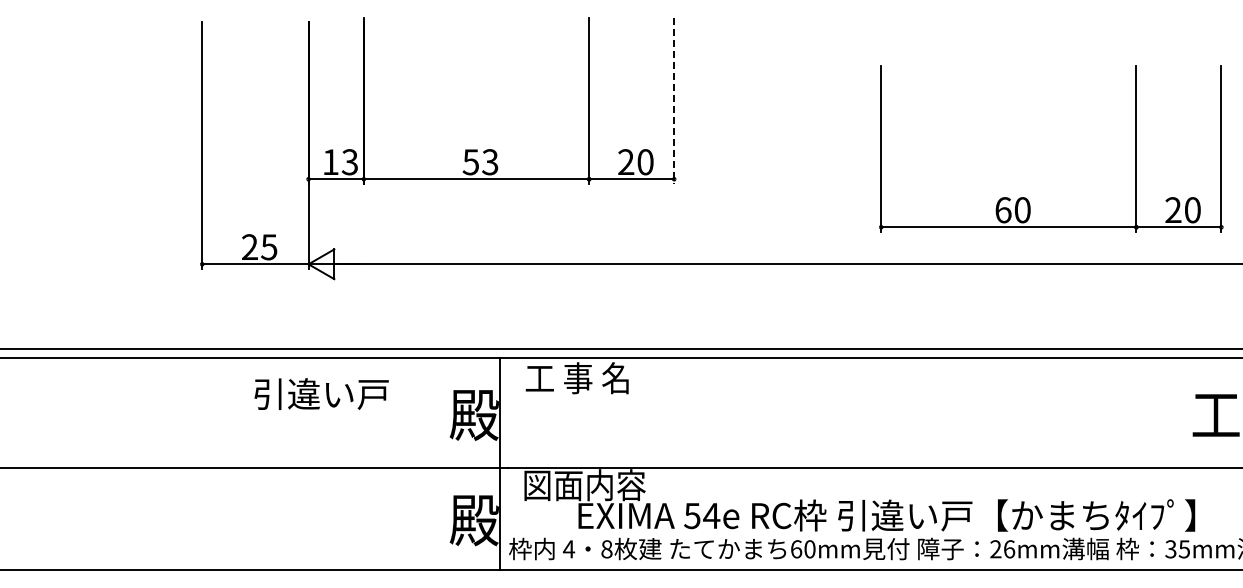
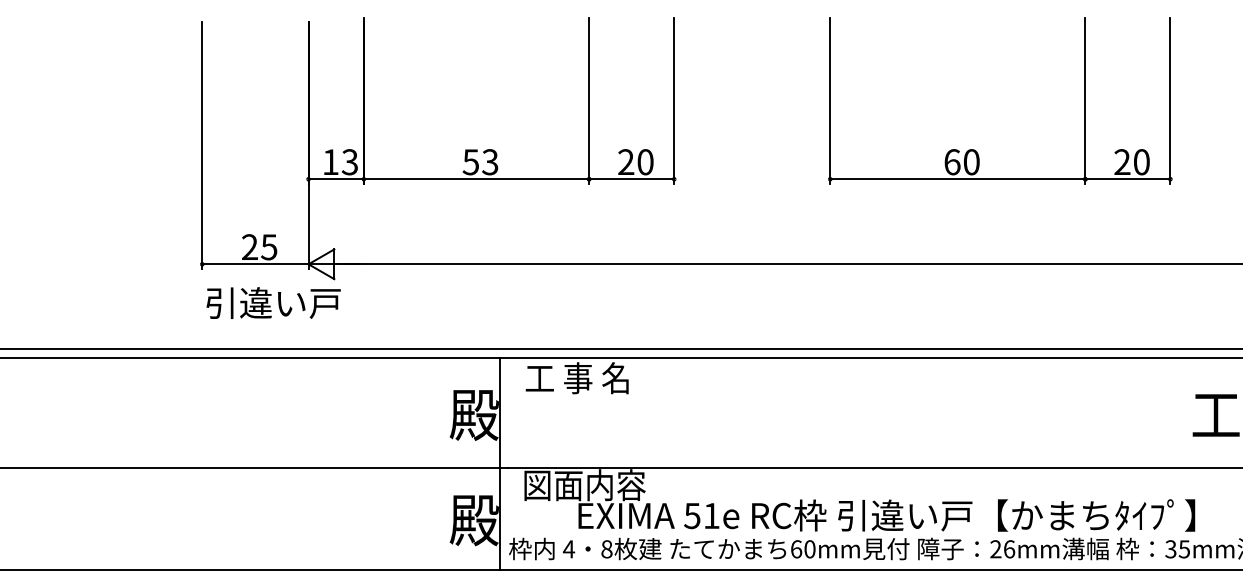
line at (674, 100): dashed -> solid
part at (1027, 198) position: (1027, 198) -> (976, 150)
text at (321, 393) position: (321, 393) -> (273, 302)
text at (711, 515): 54e -> 51e
